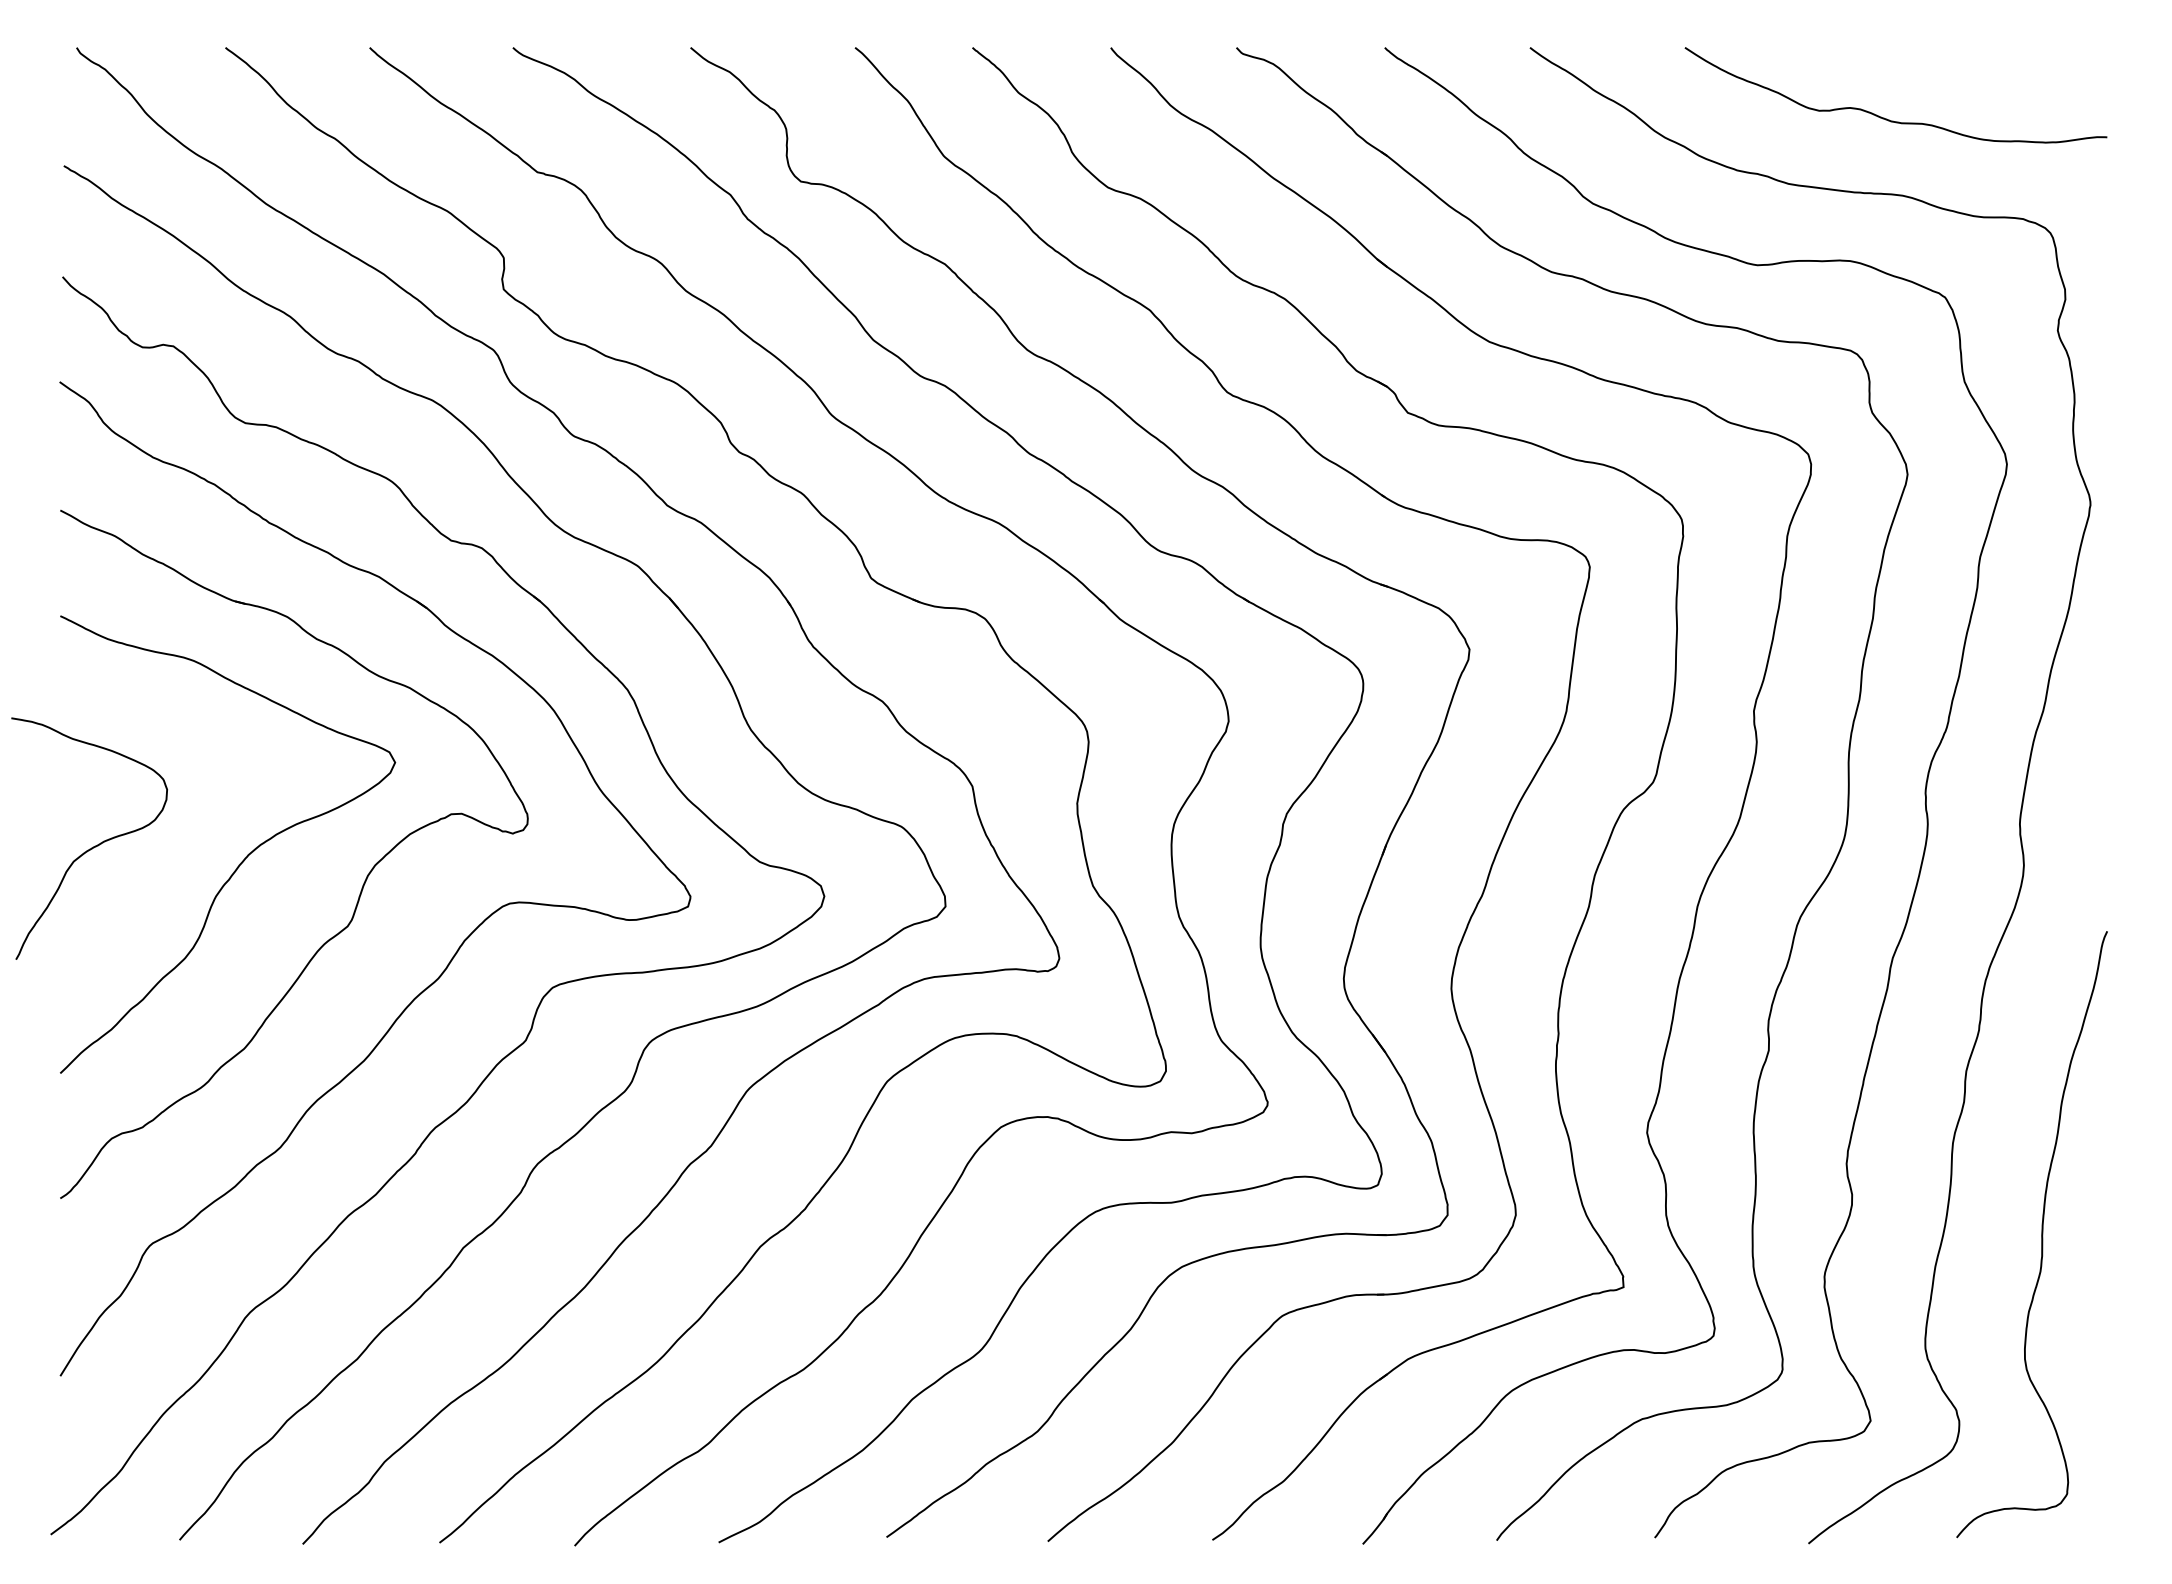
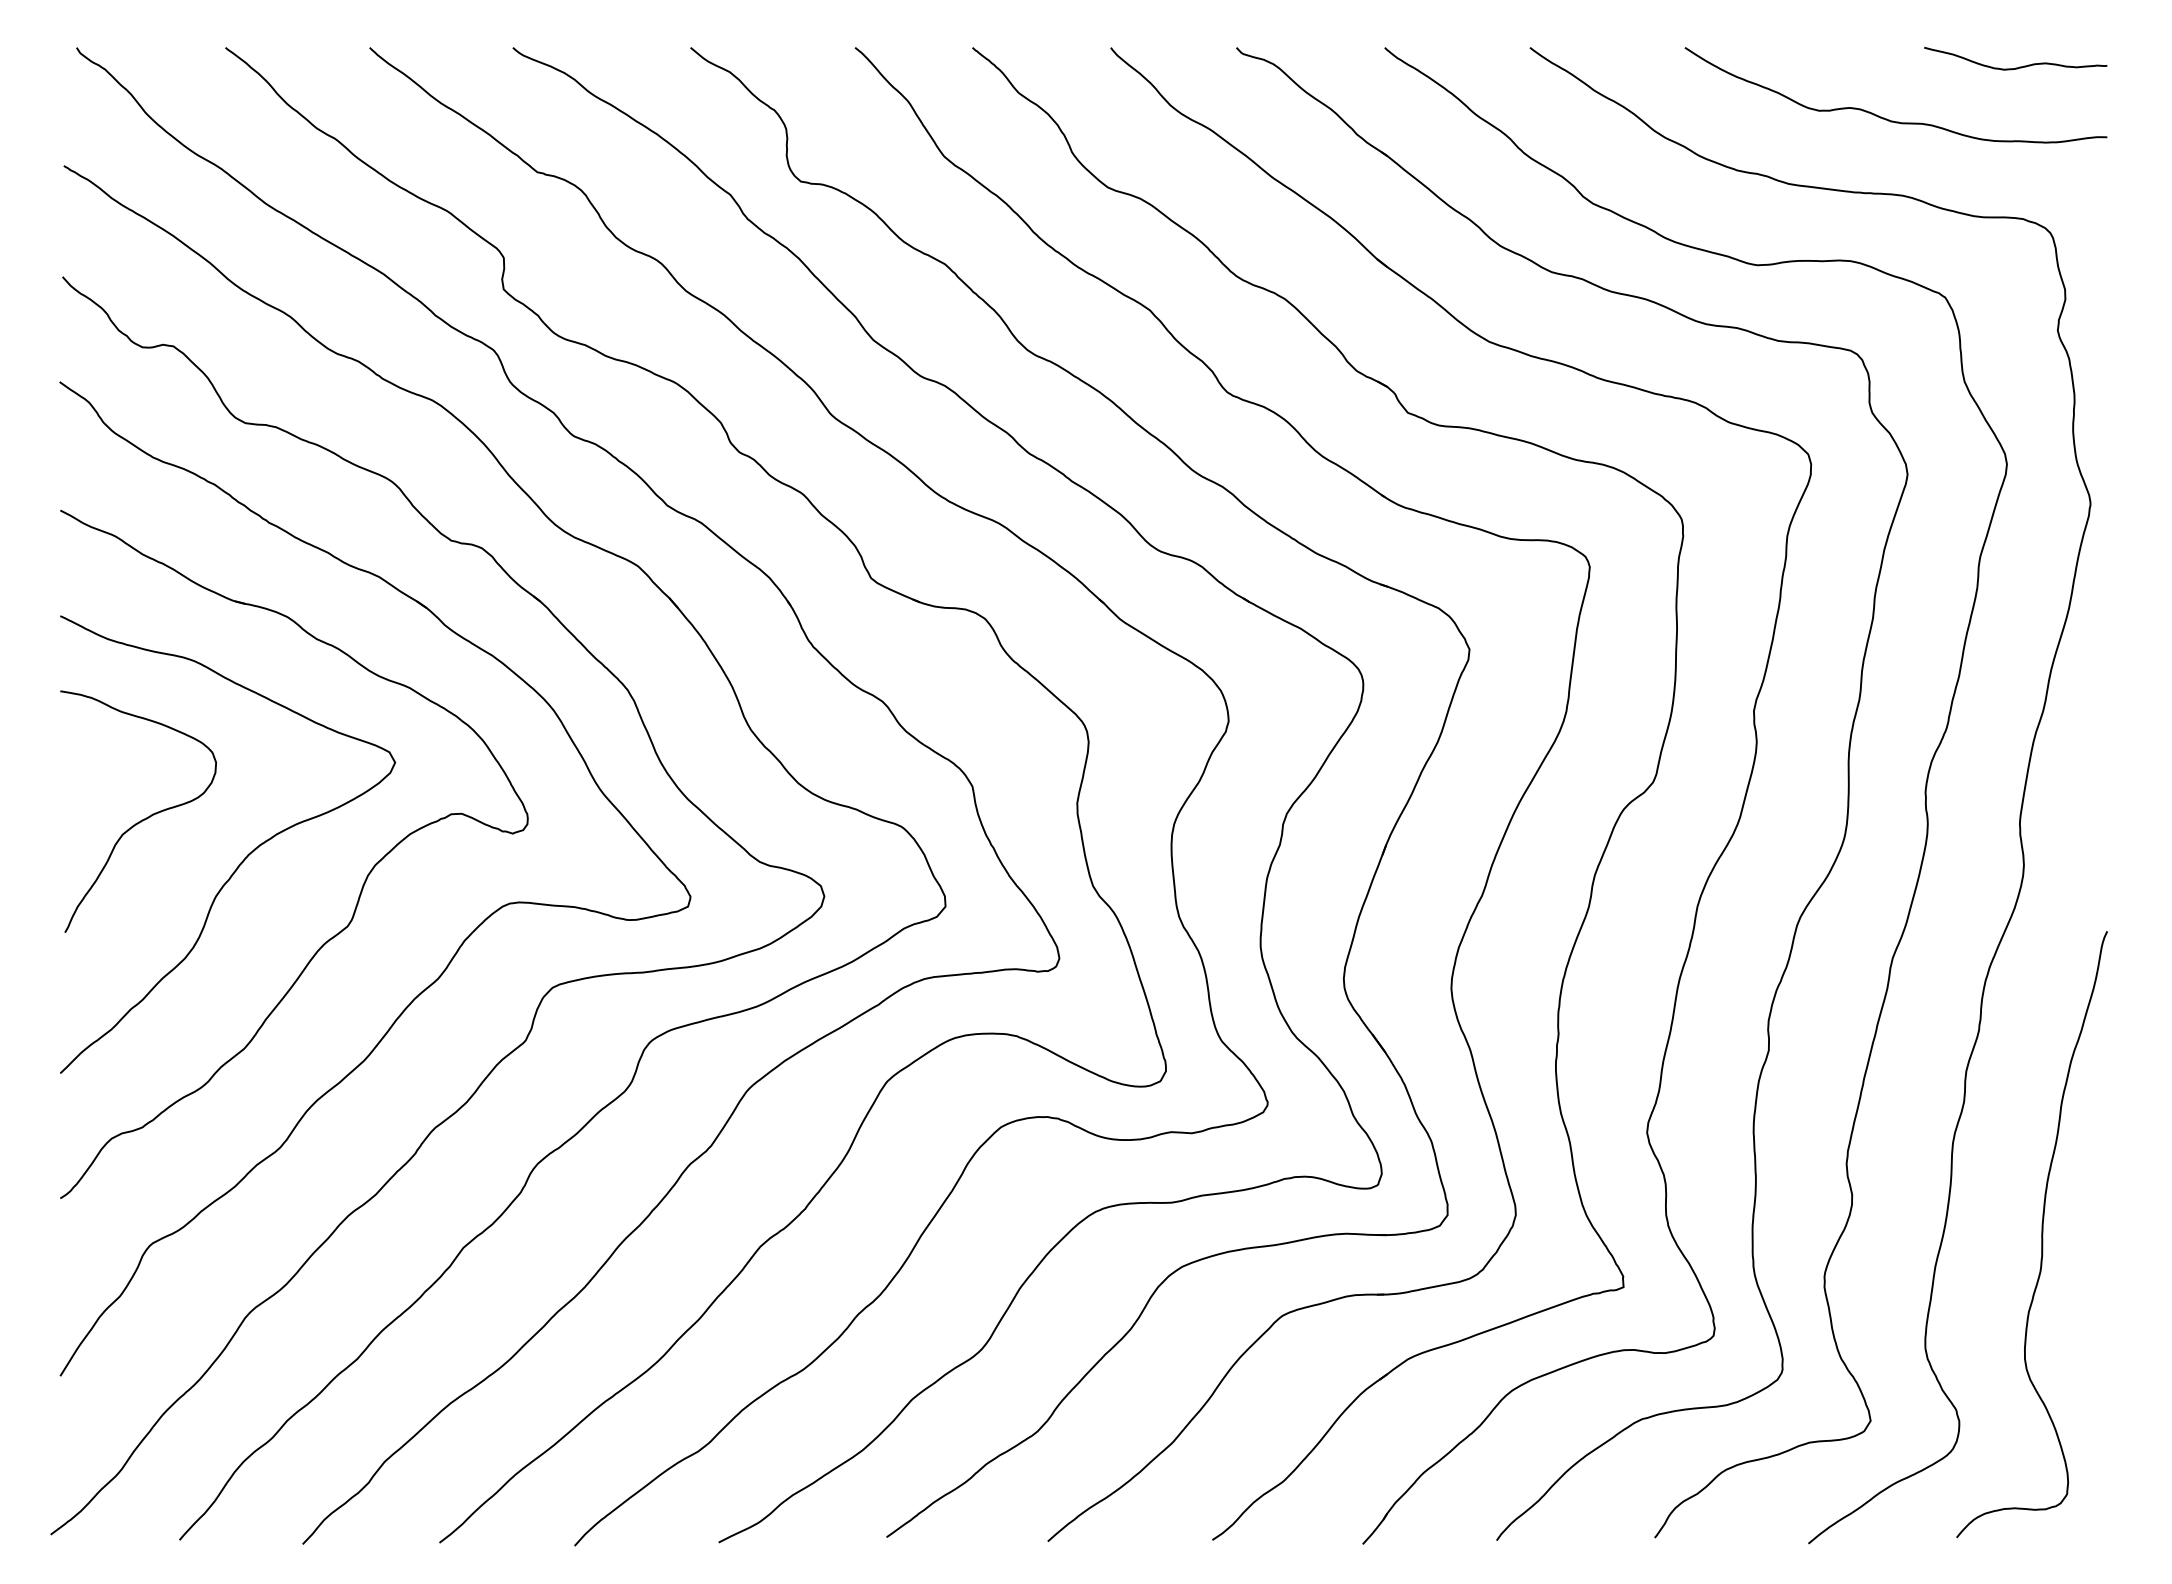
curve at (2019, 66): none -> present
curve at (93, 846) position: (93, 846) -> (142, 819)
